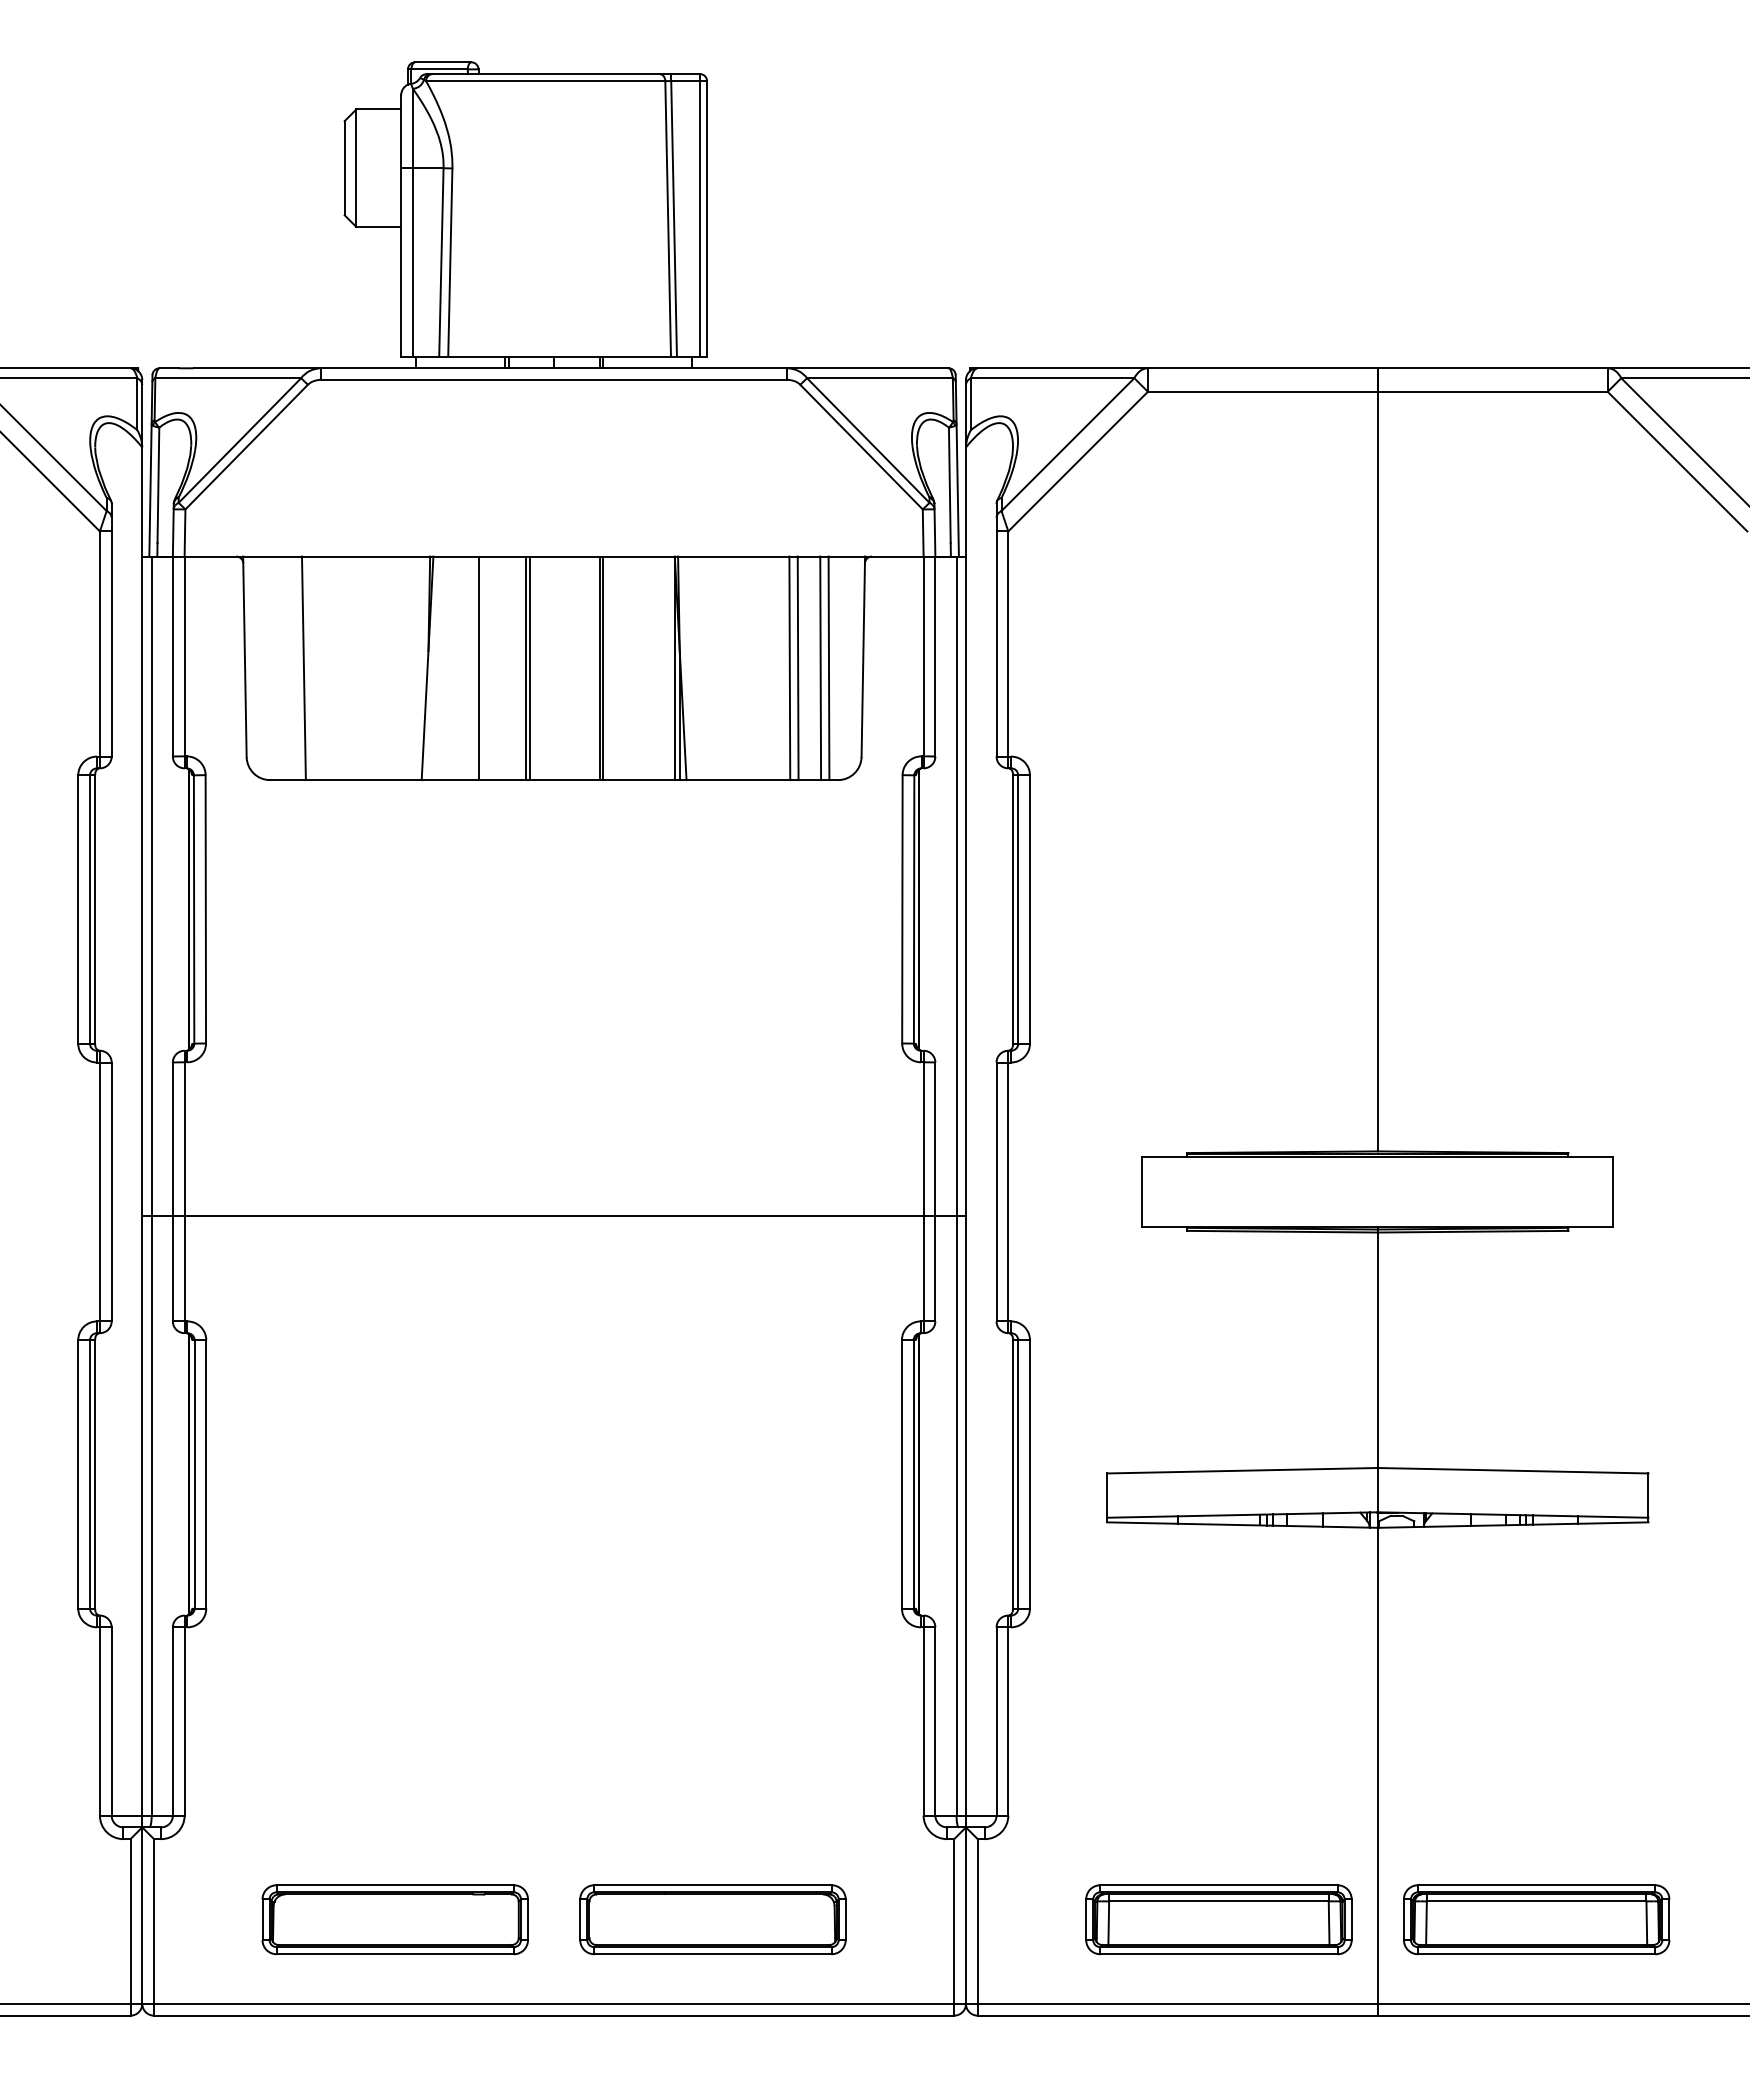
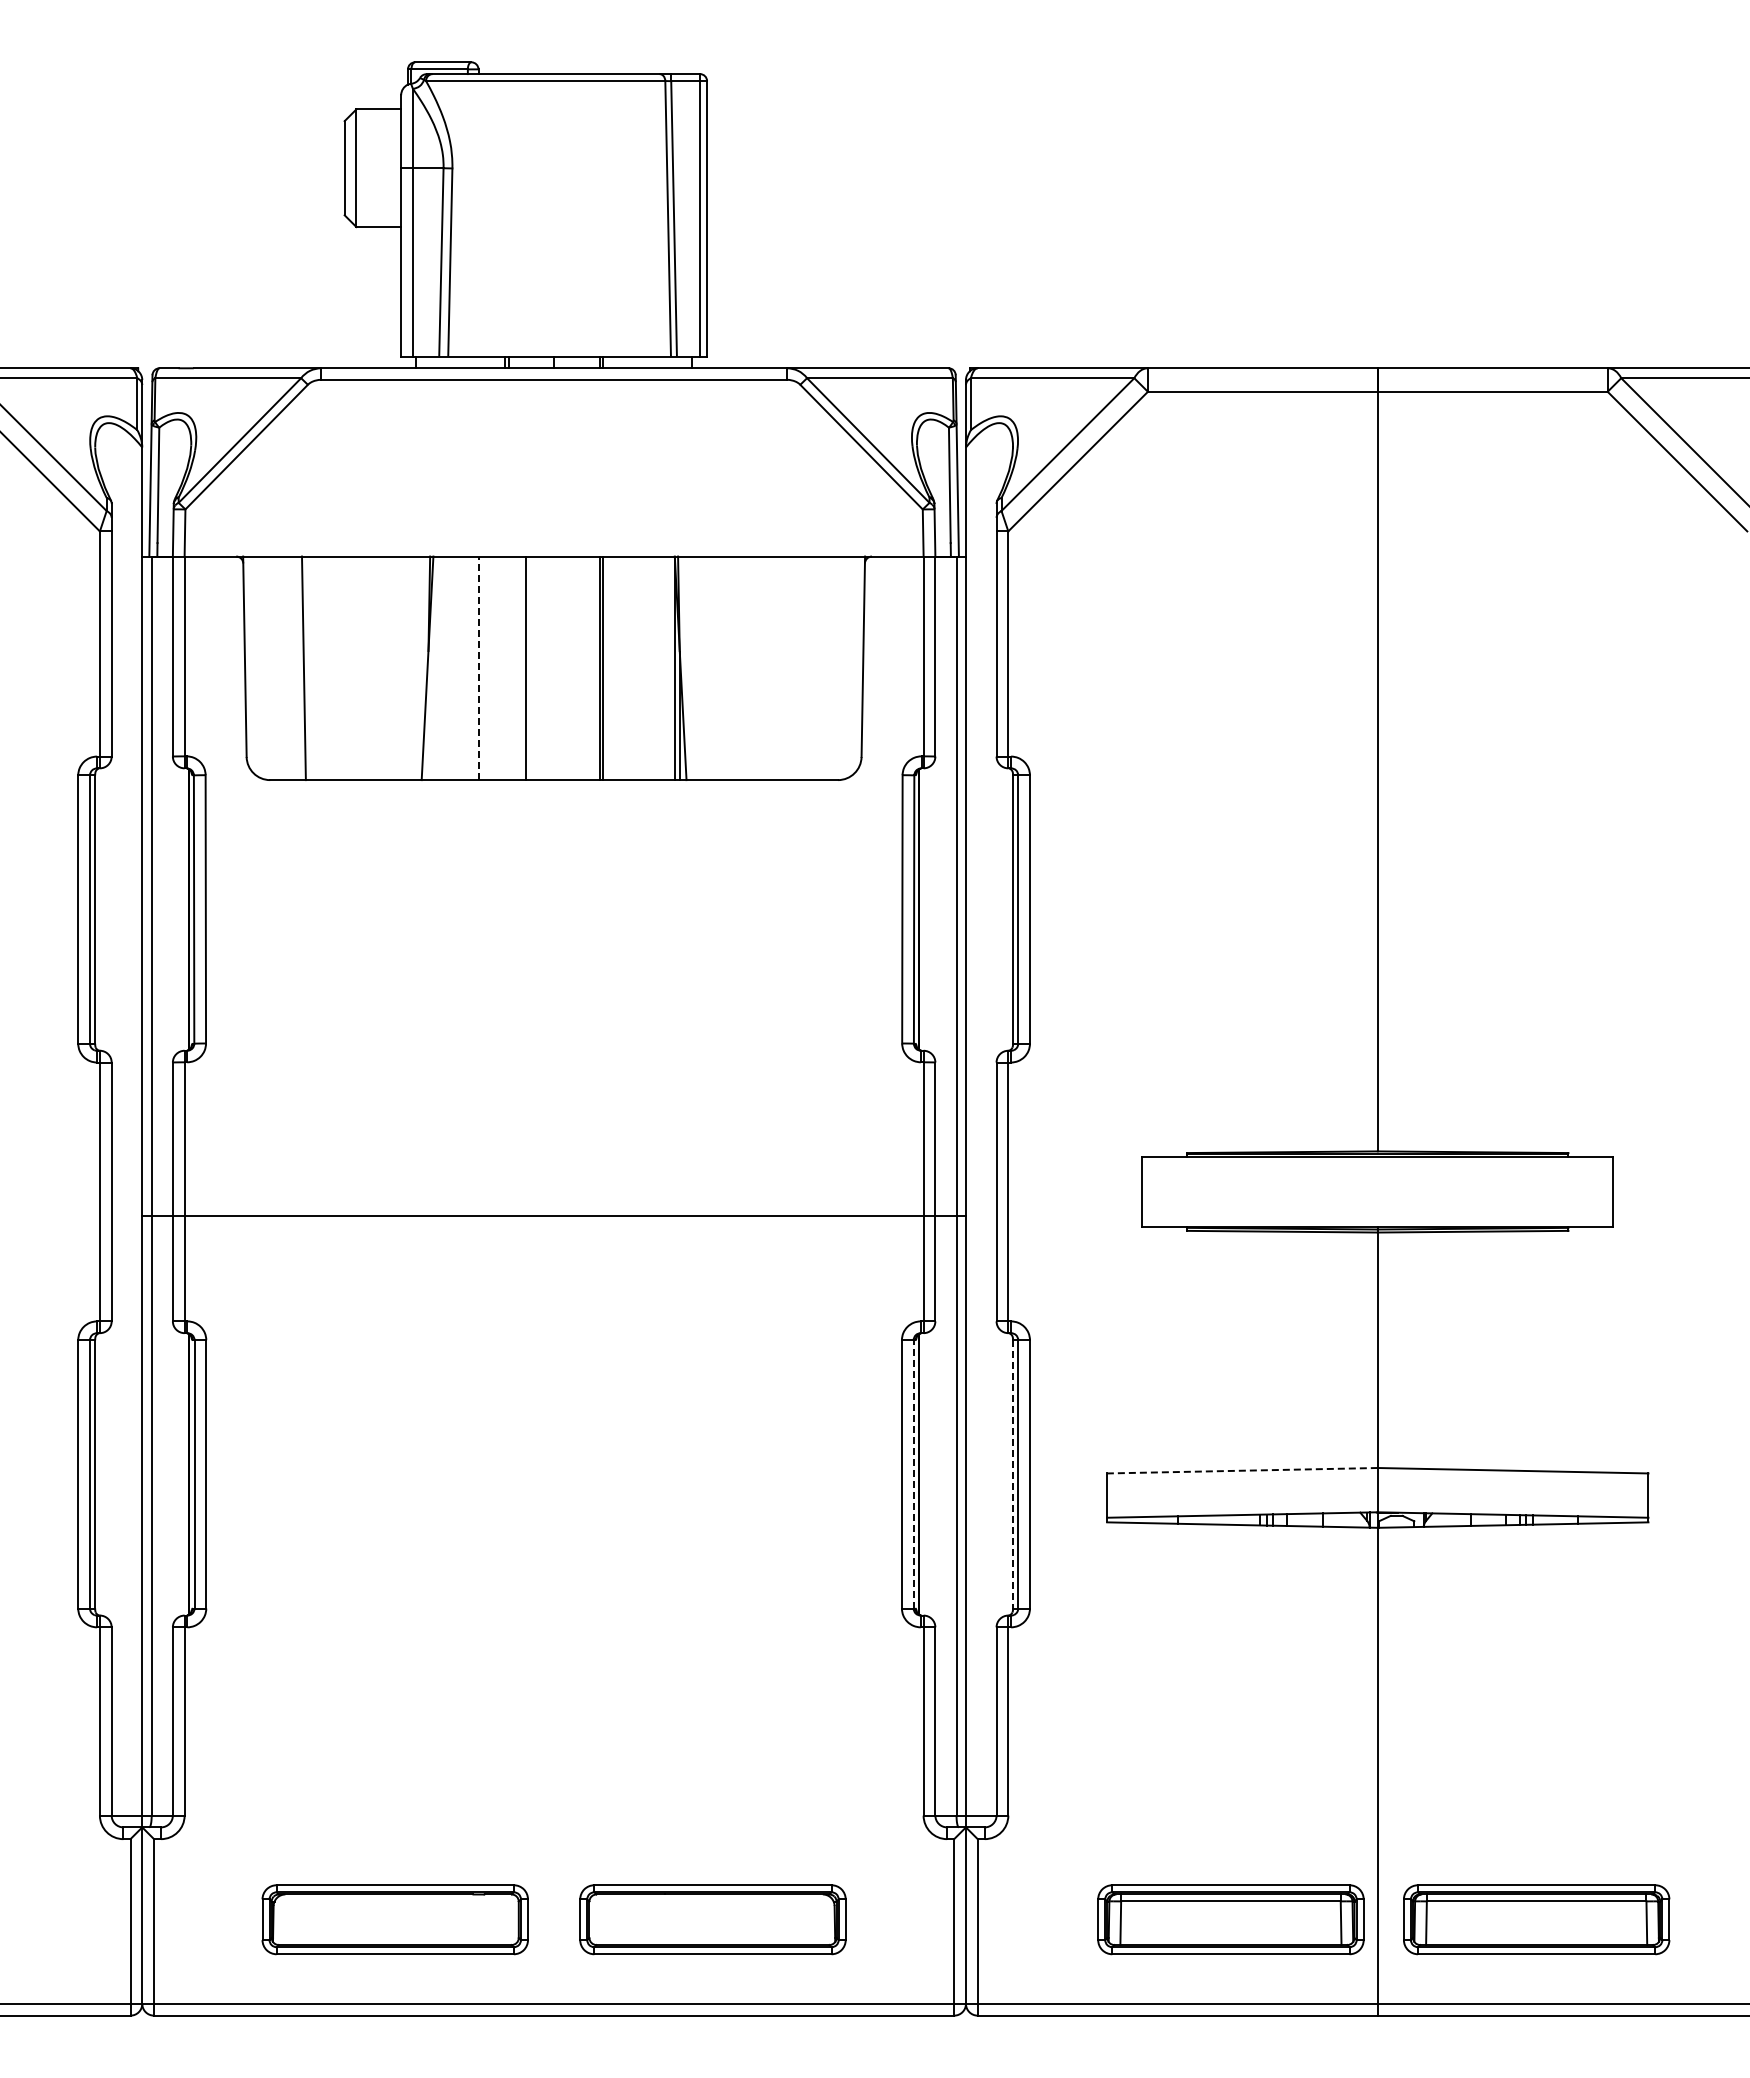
line at (479, 668): solid -> dashed
line at (530, 668): present -> none
line at (789, 668): present -> none
line at (797, 668): present -> none
line at (820, 668): present -> none
line at (828, 668): present -> none
line at (1242, 1470): solid -> dashed
line at (913, 1473): solid -> dashed
line at (1013, 1474): solid -> dashed
part at (1218, 1919) position: (1218, 1919) -> (1230, 1919)
